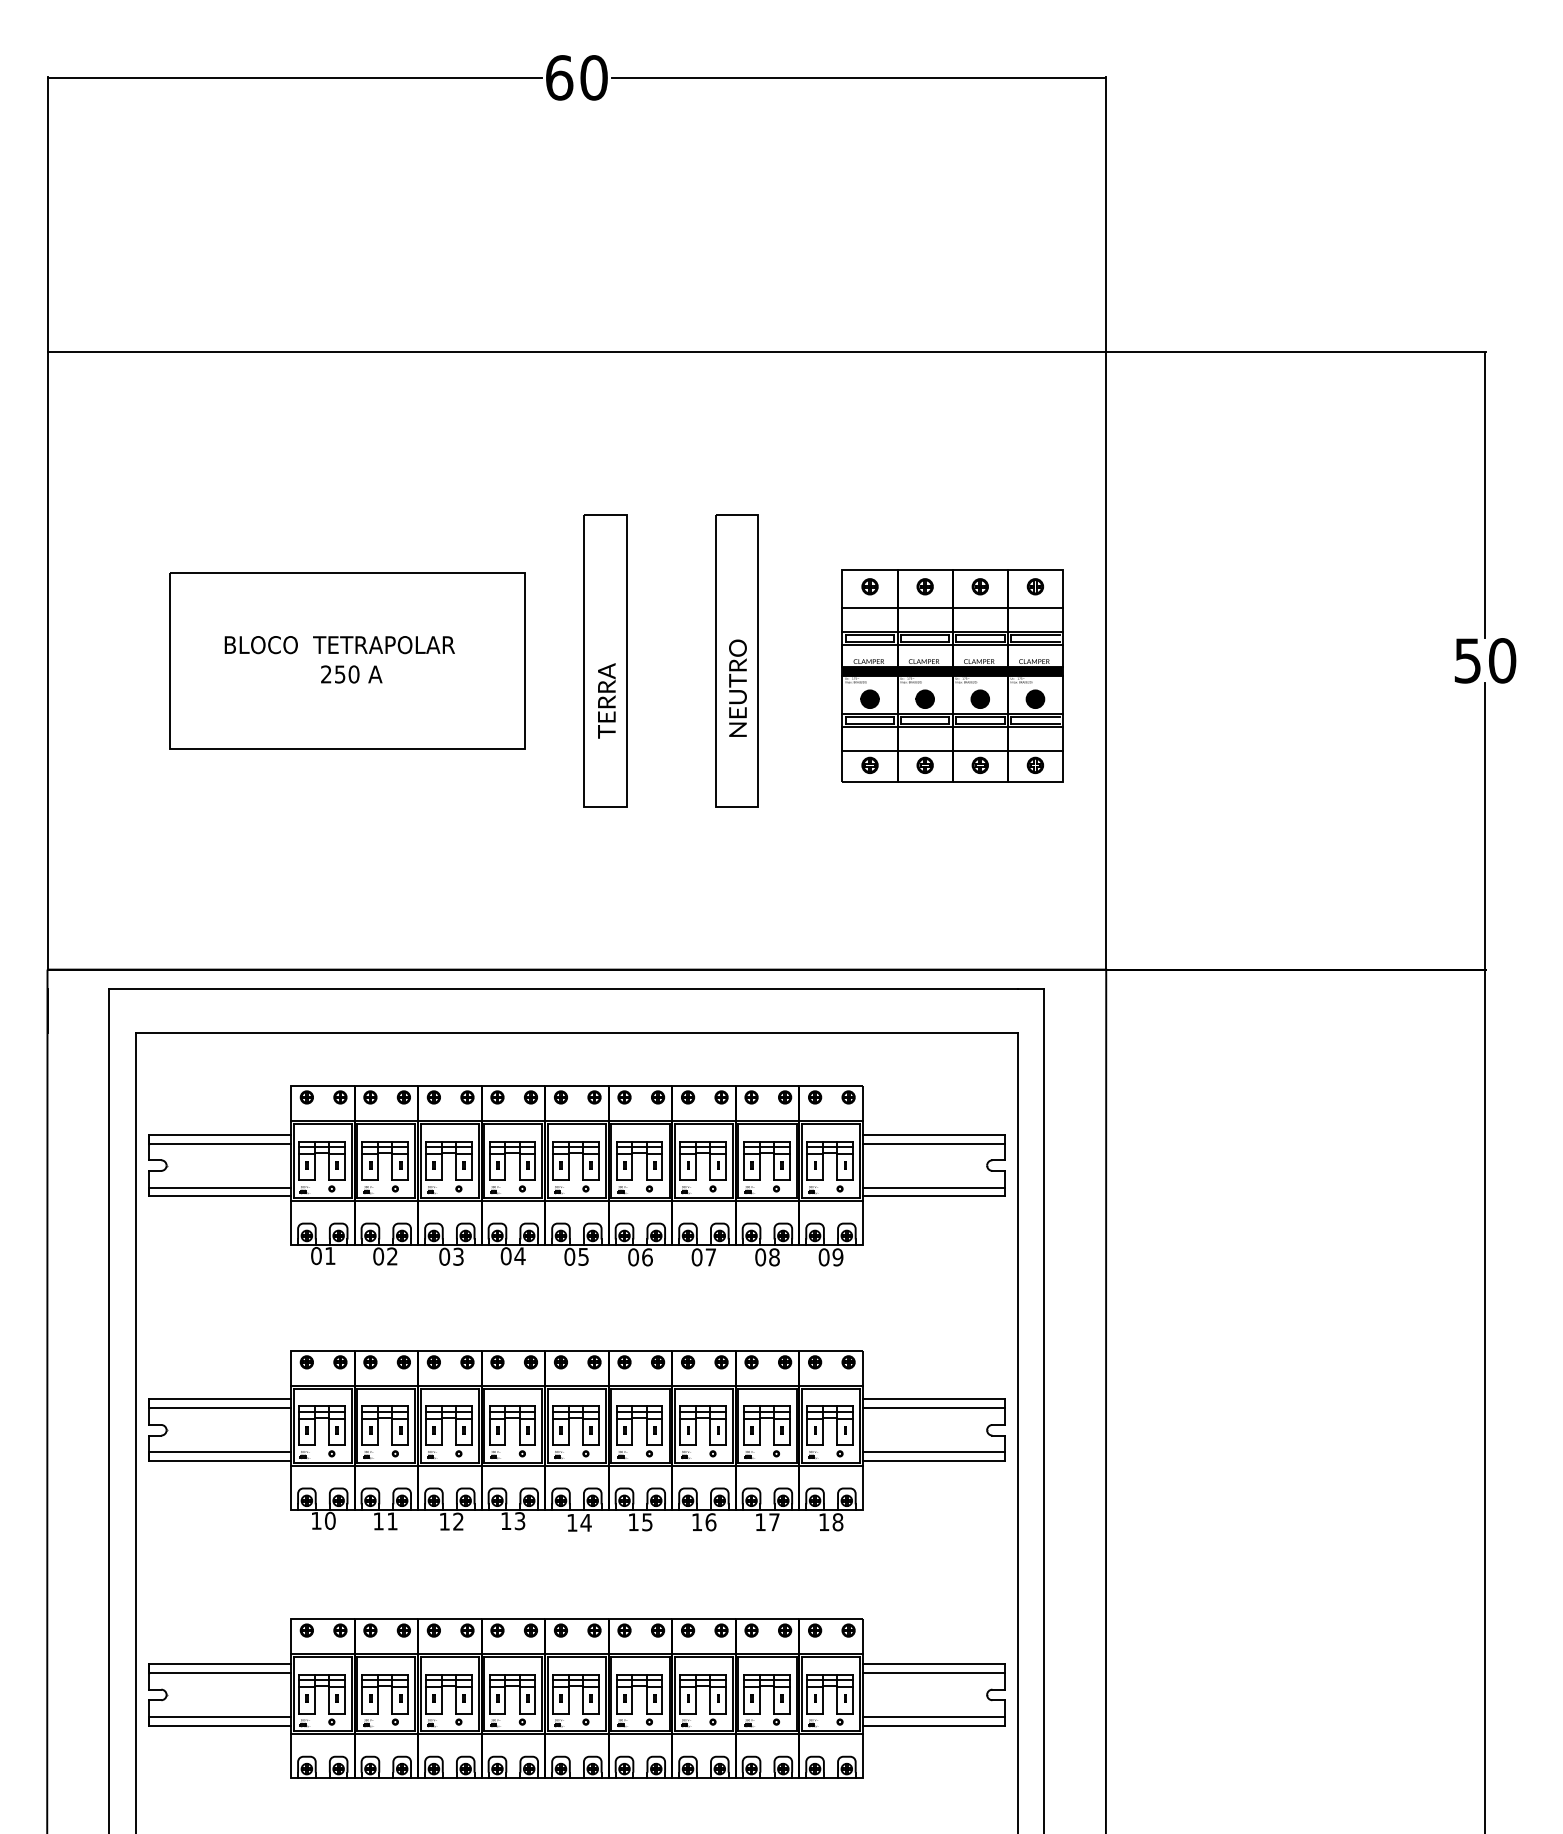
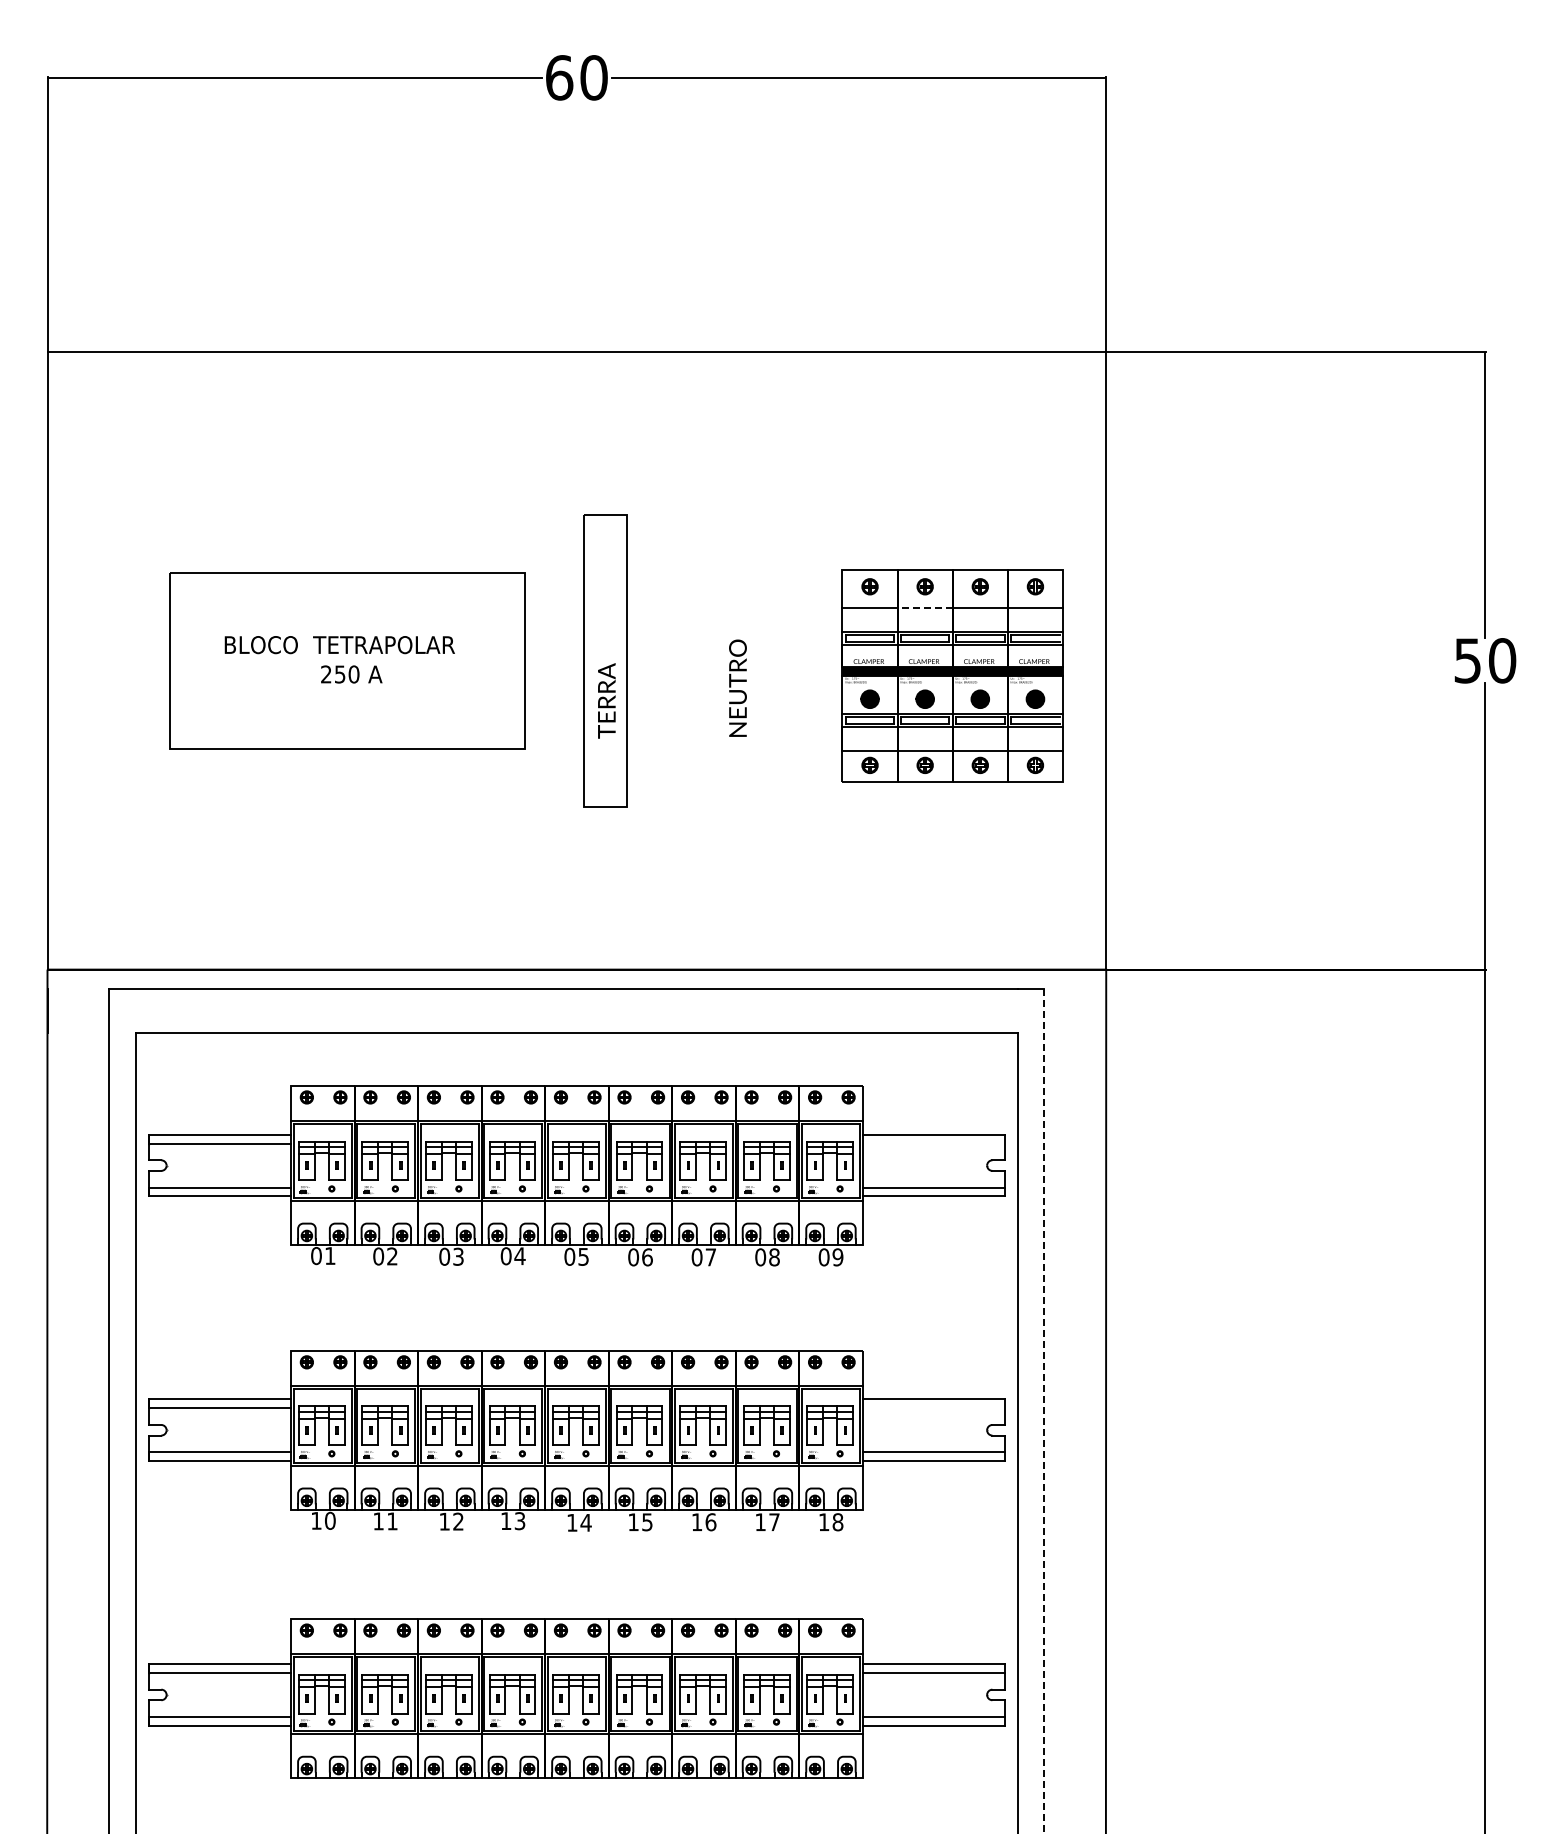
line at (925, 607): solid -> dashed
part at (736, 660): present -> none
line at (933, 1143): present -> none
line at (933, 1408): present -> none
line at (1044, 1412): solid -> dashed
